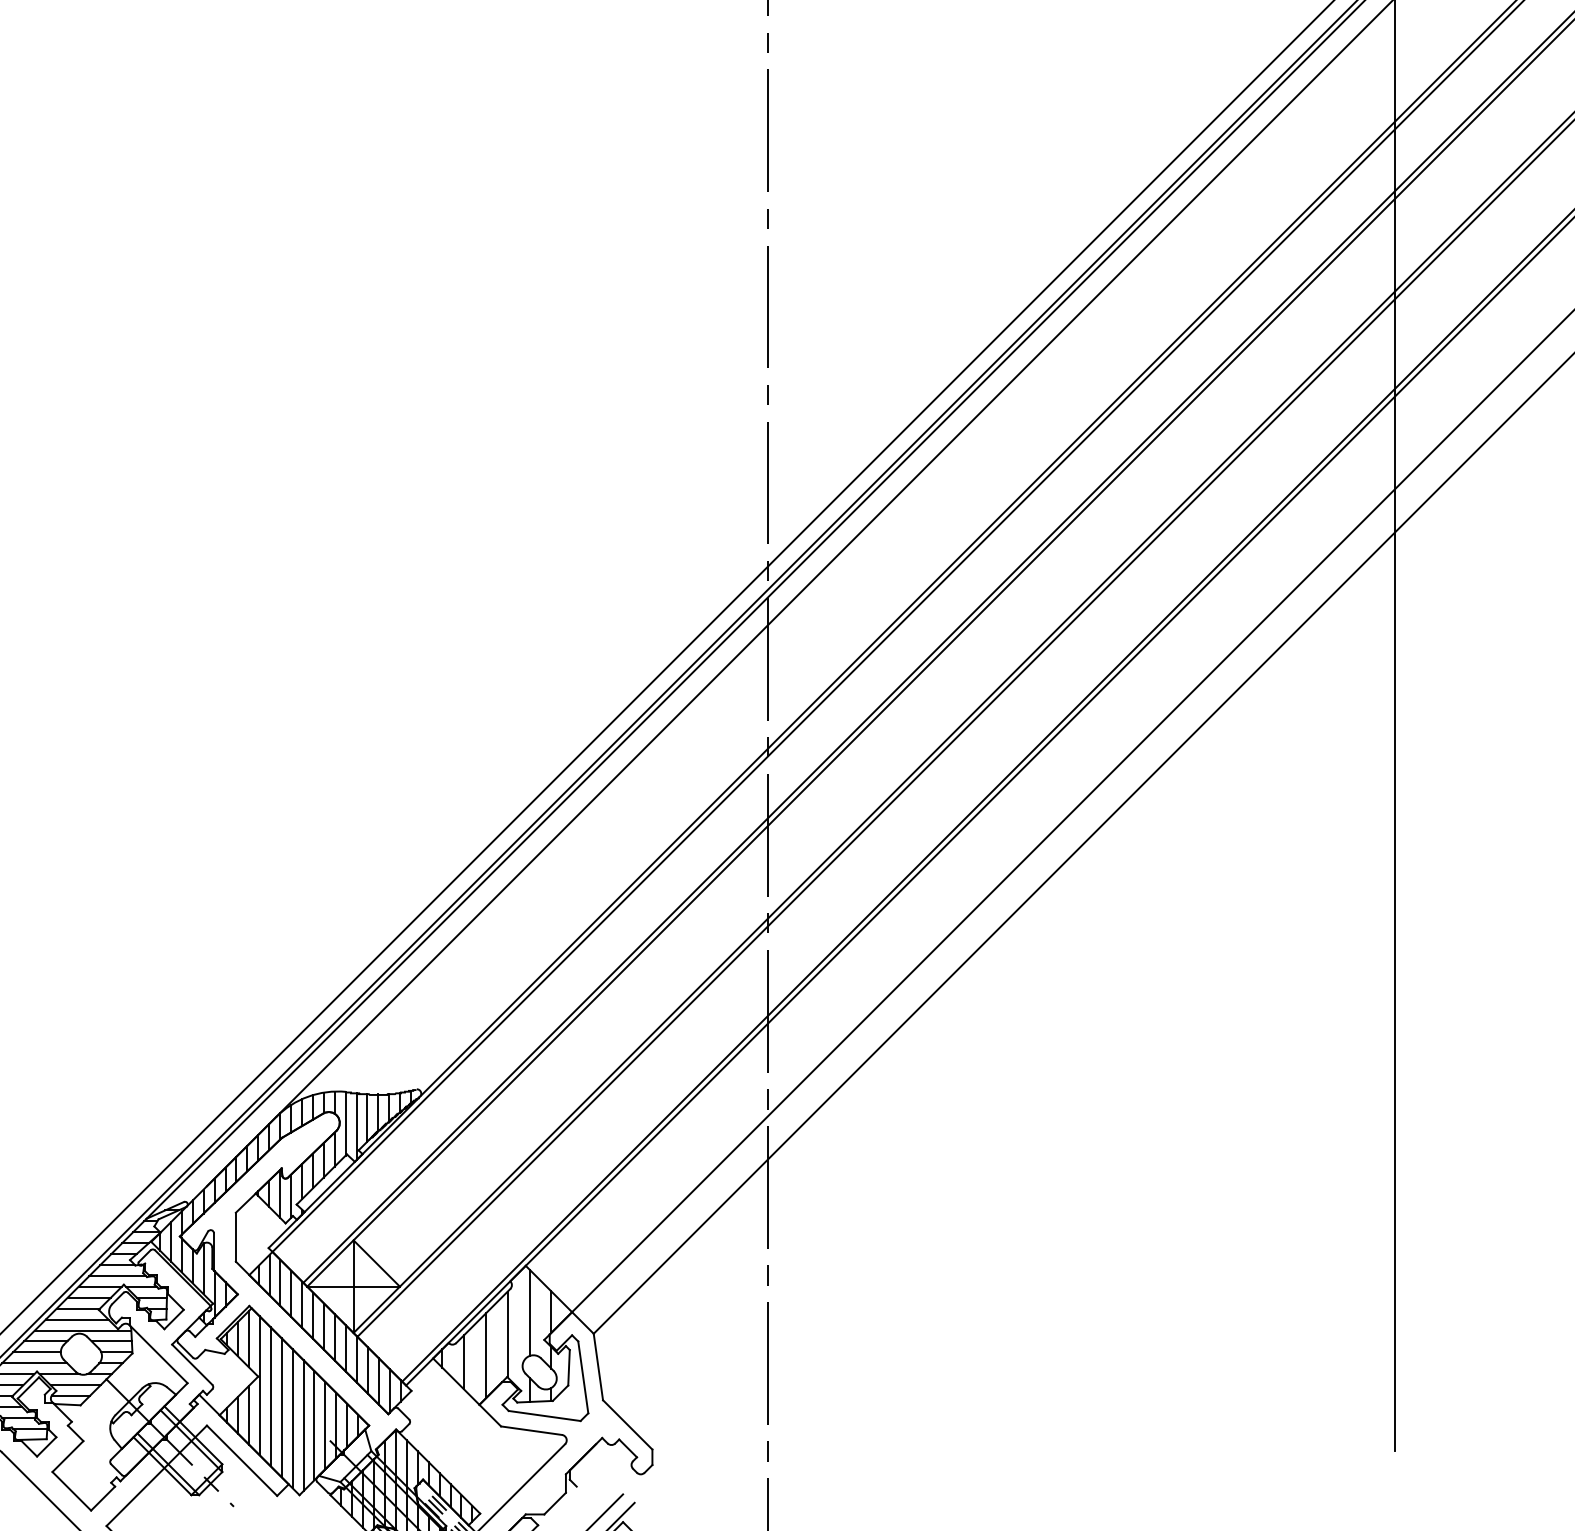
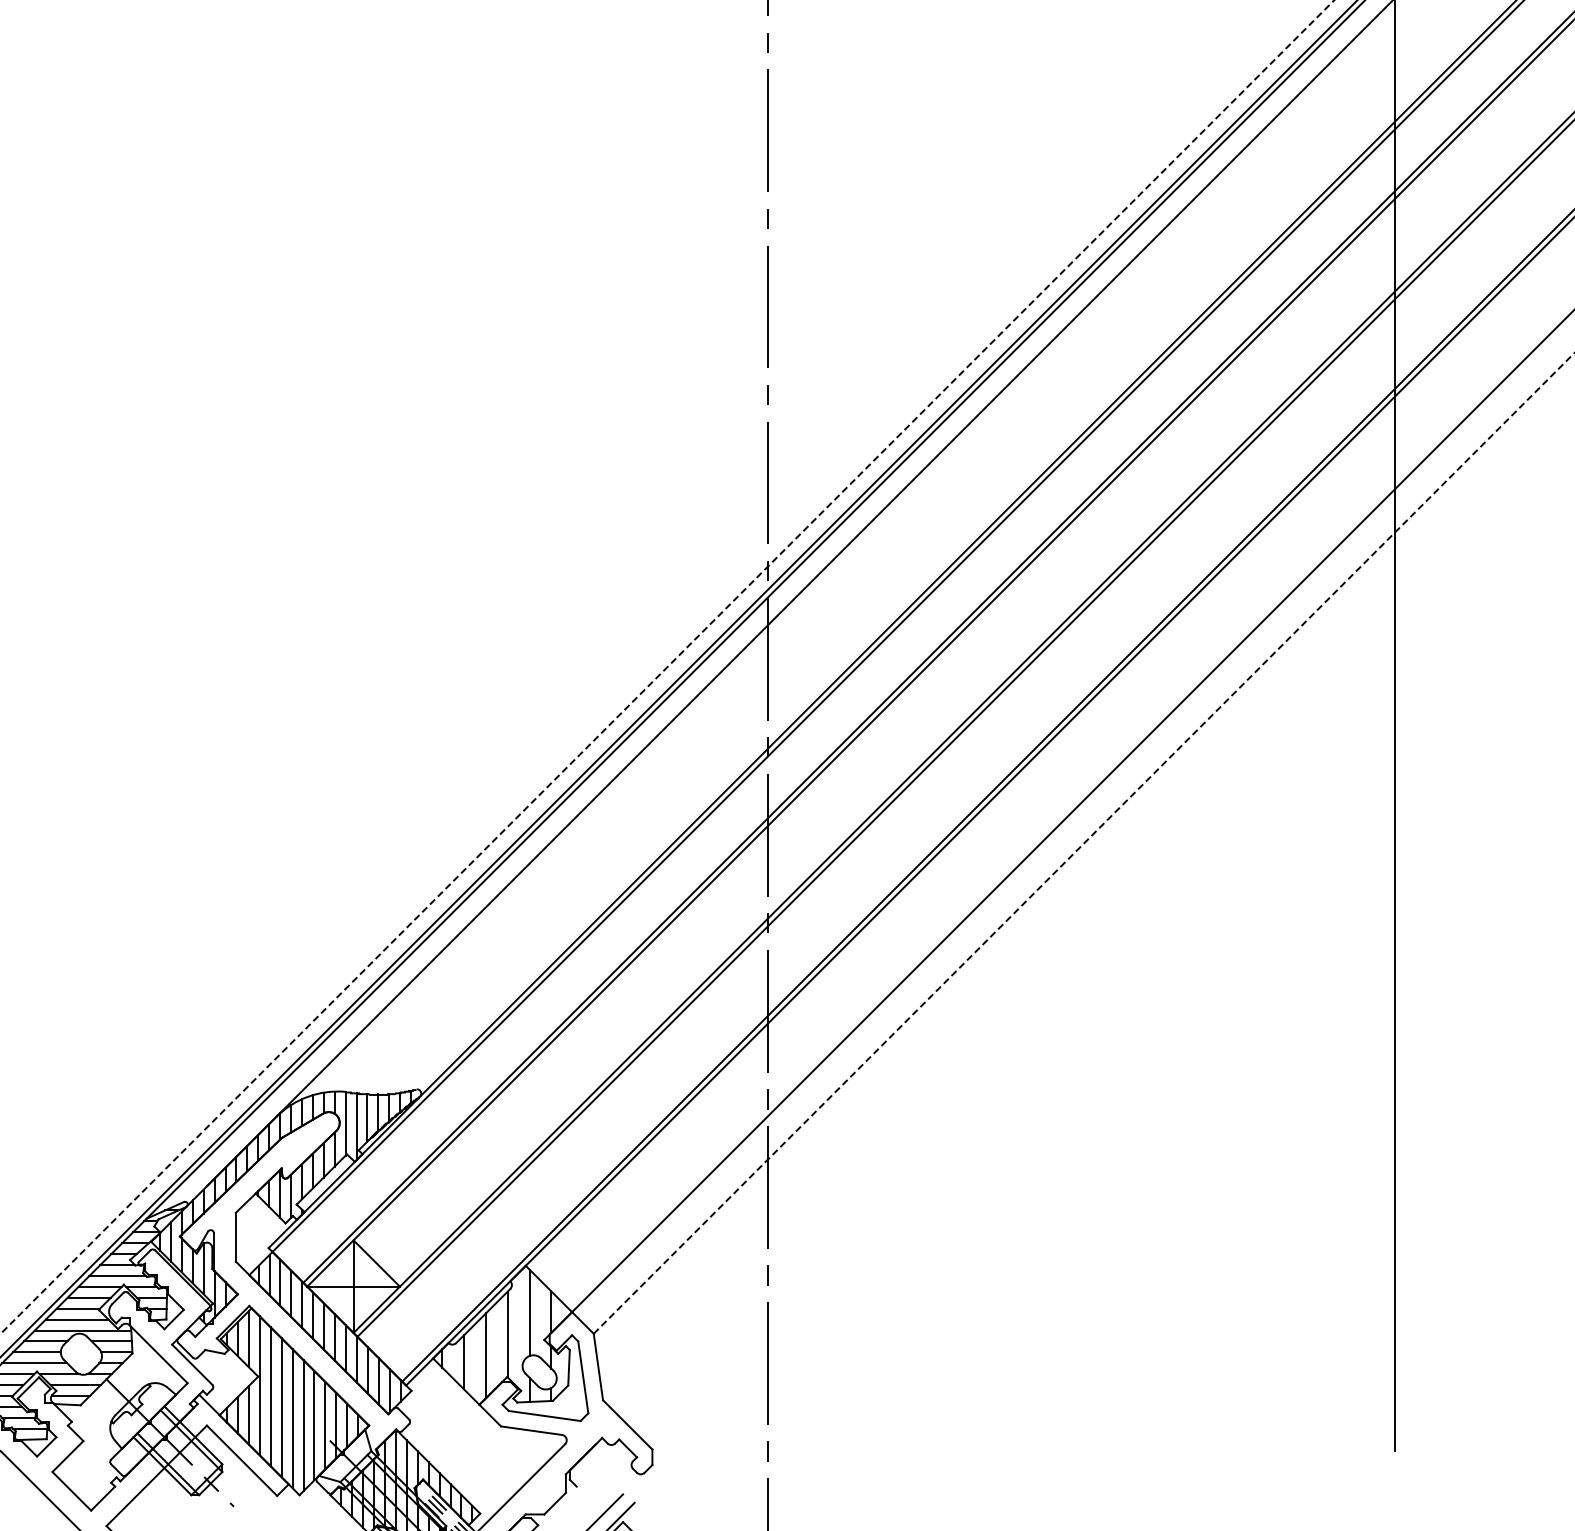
line at (667, 666): solid -> dashed
line at (1084, 843): solid -> dashed
